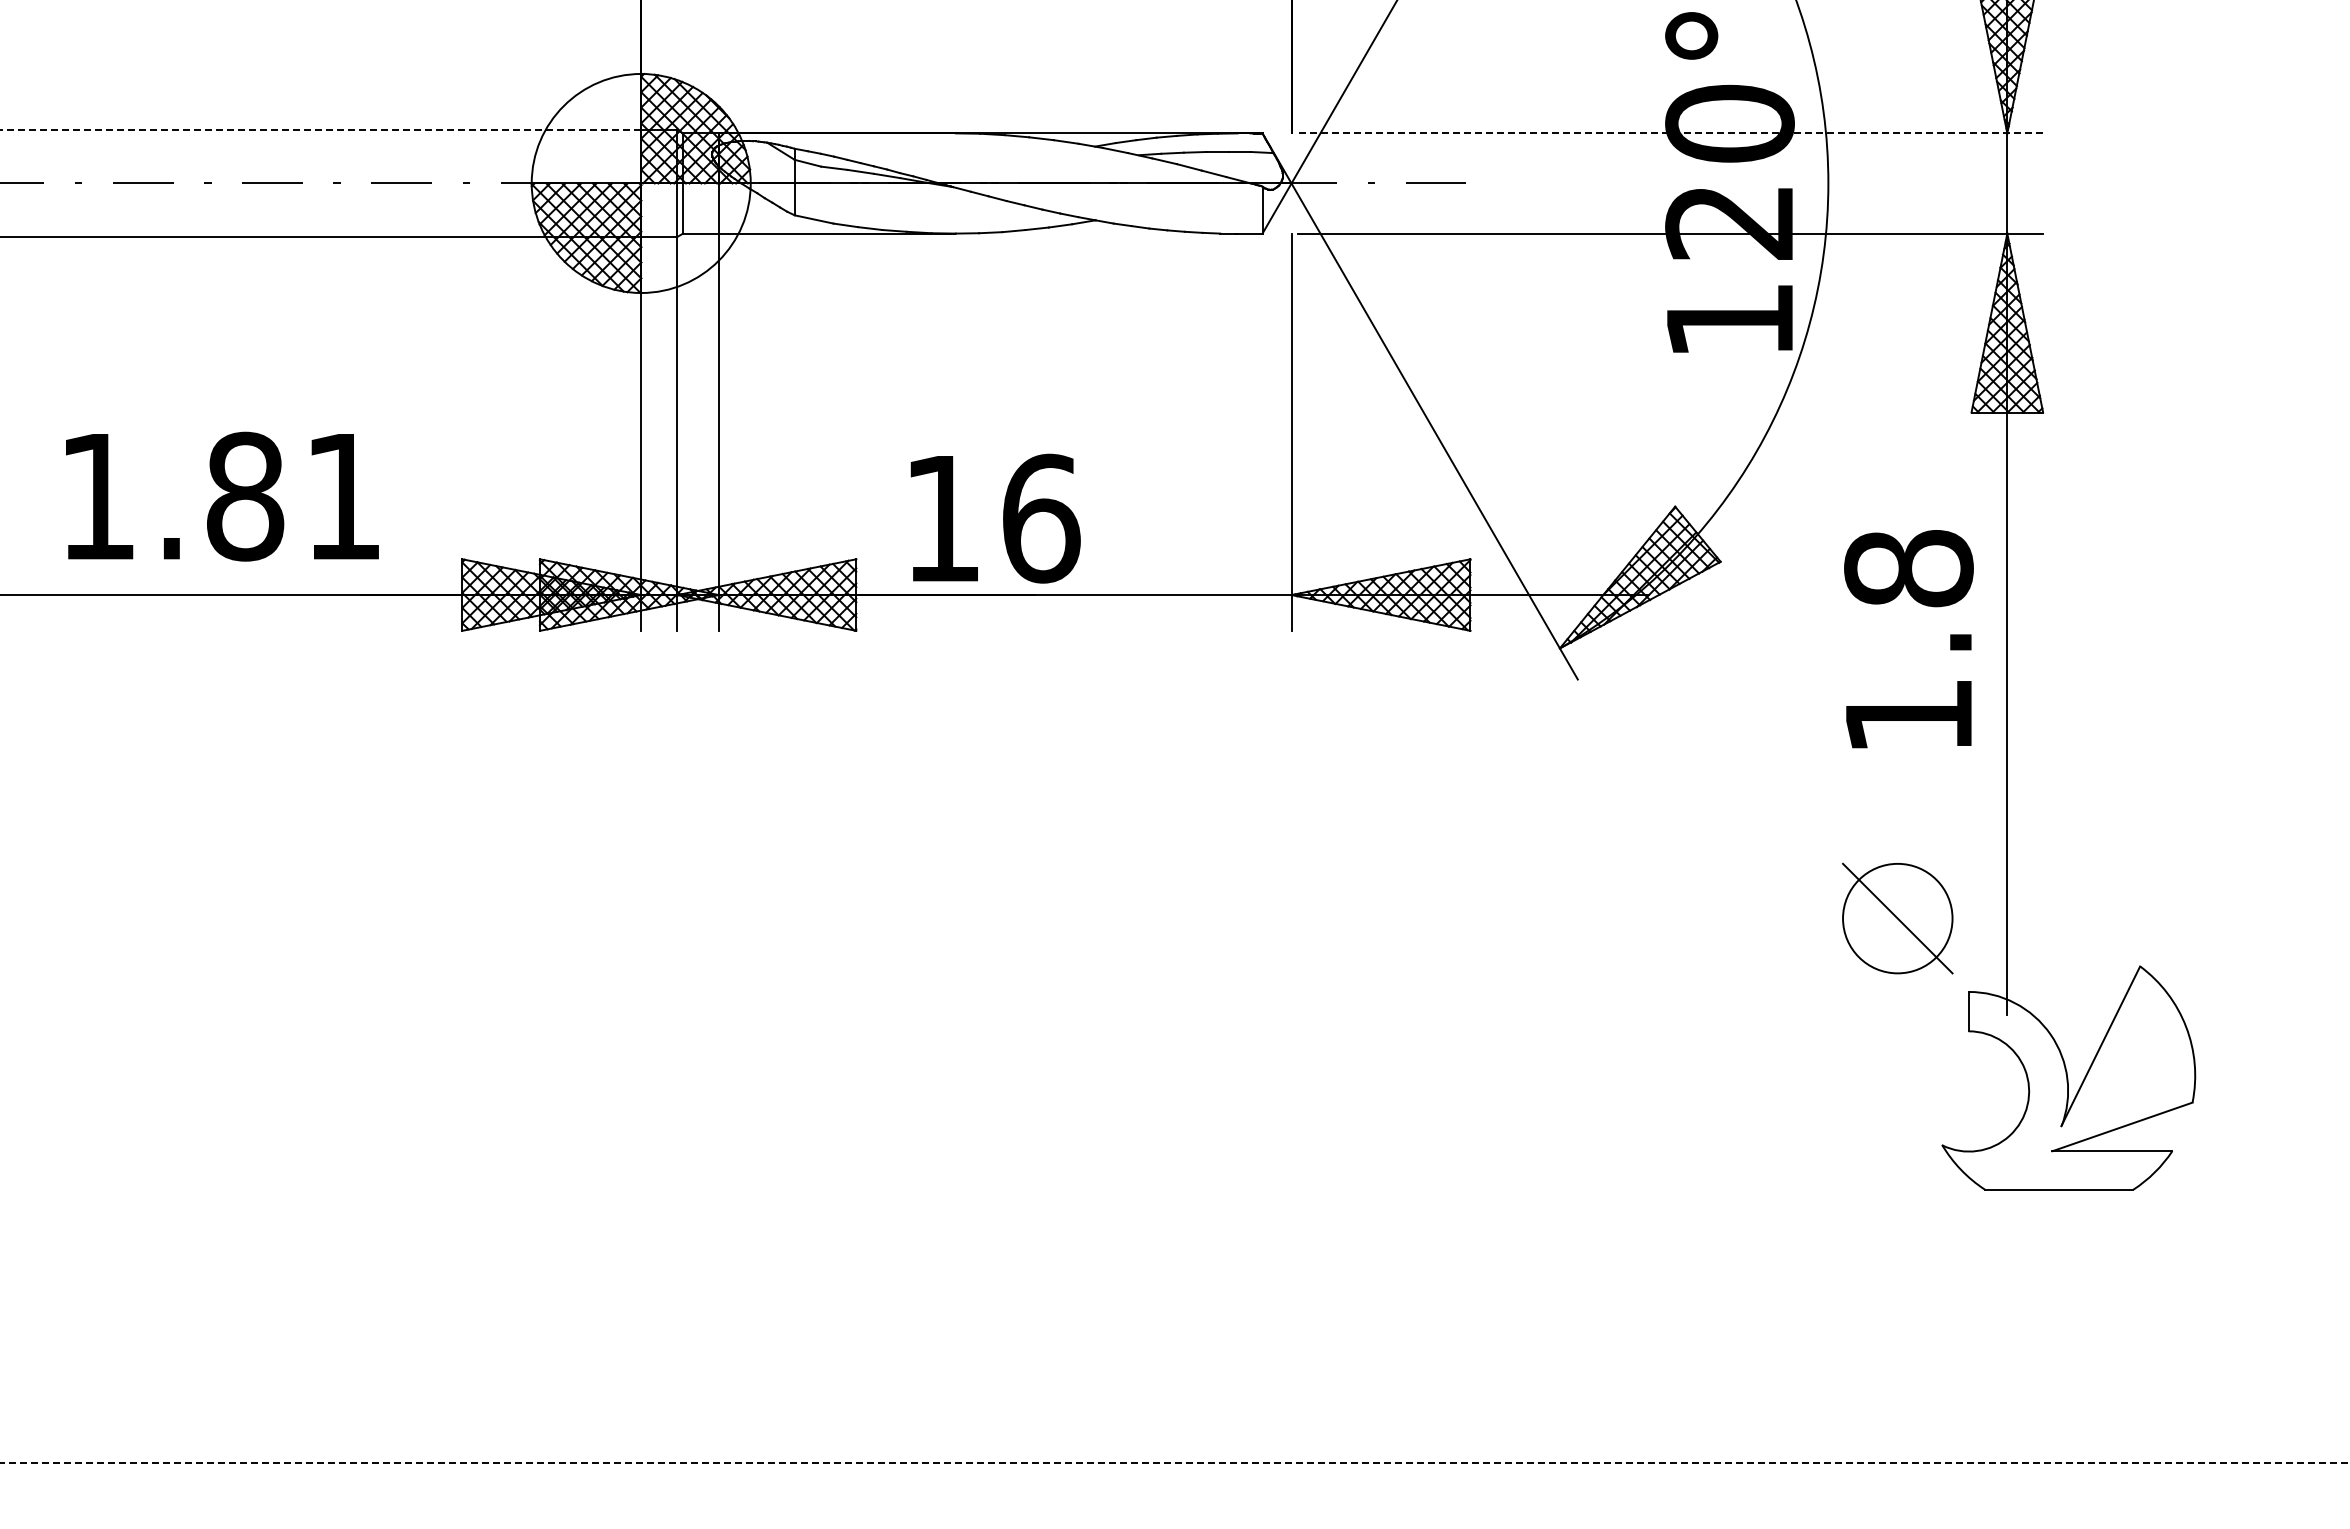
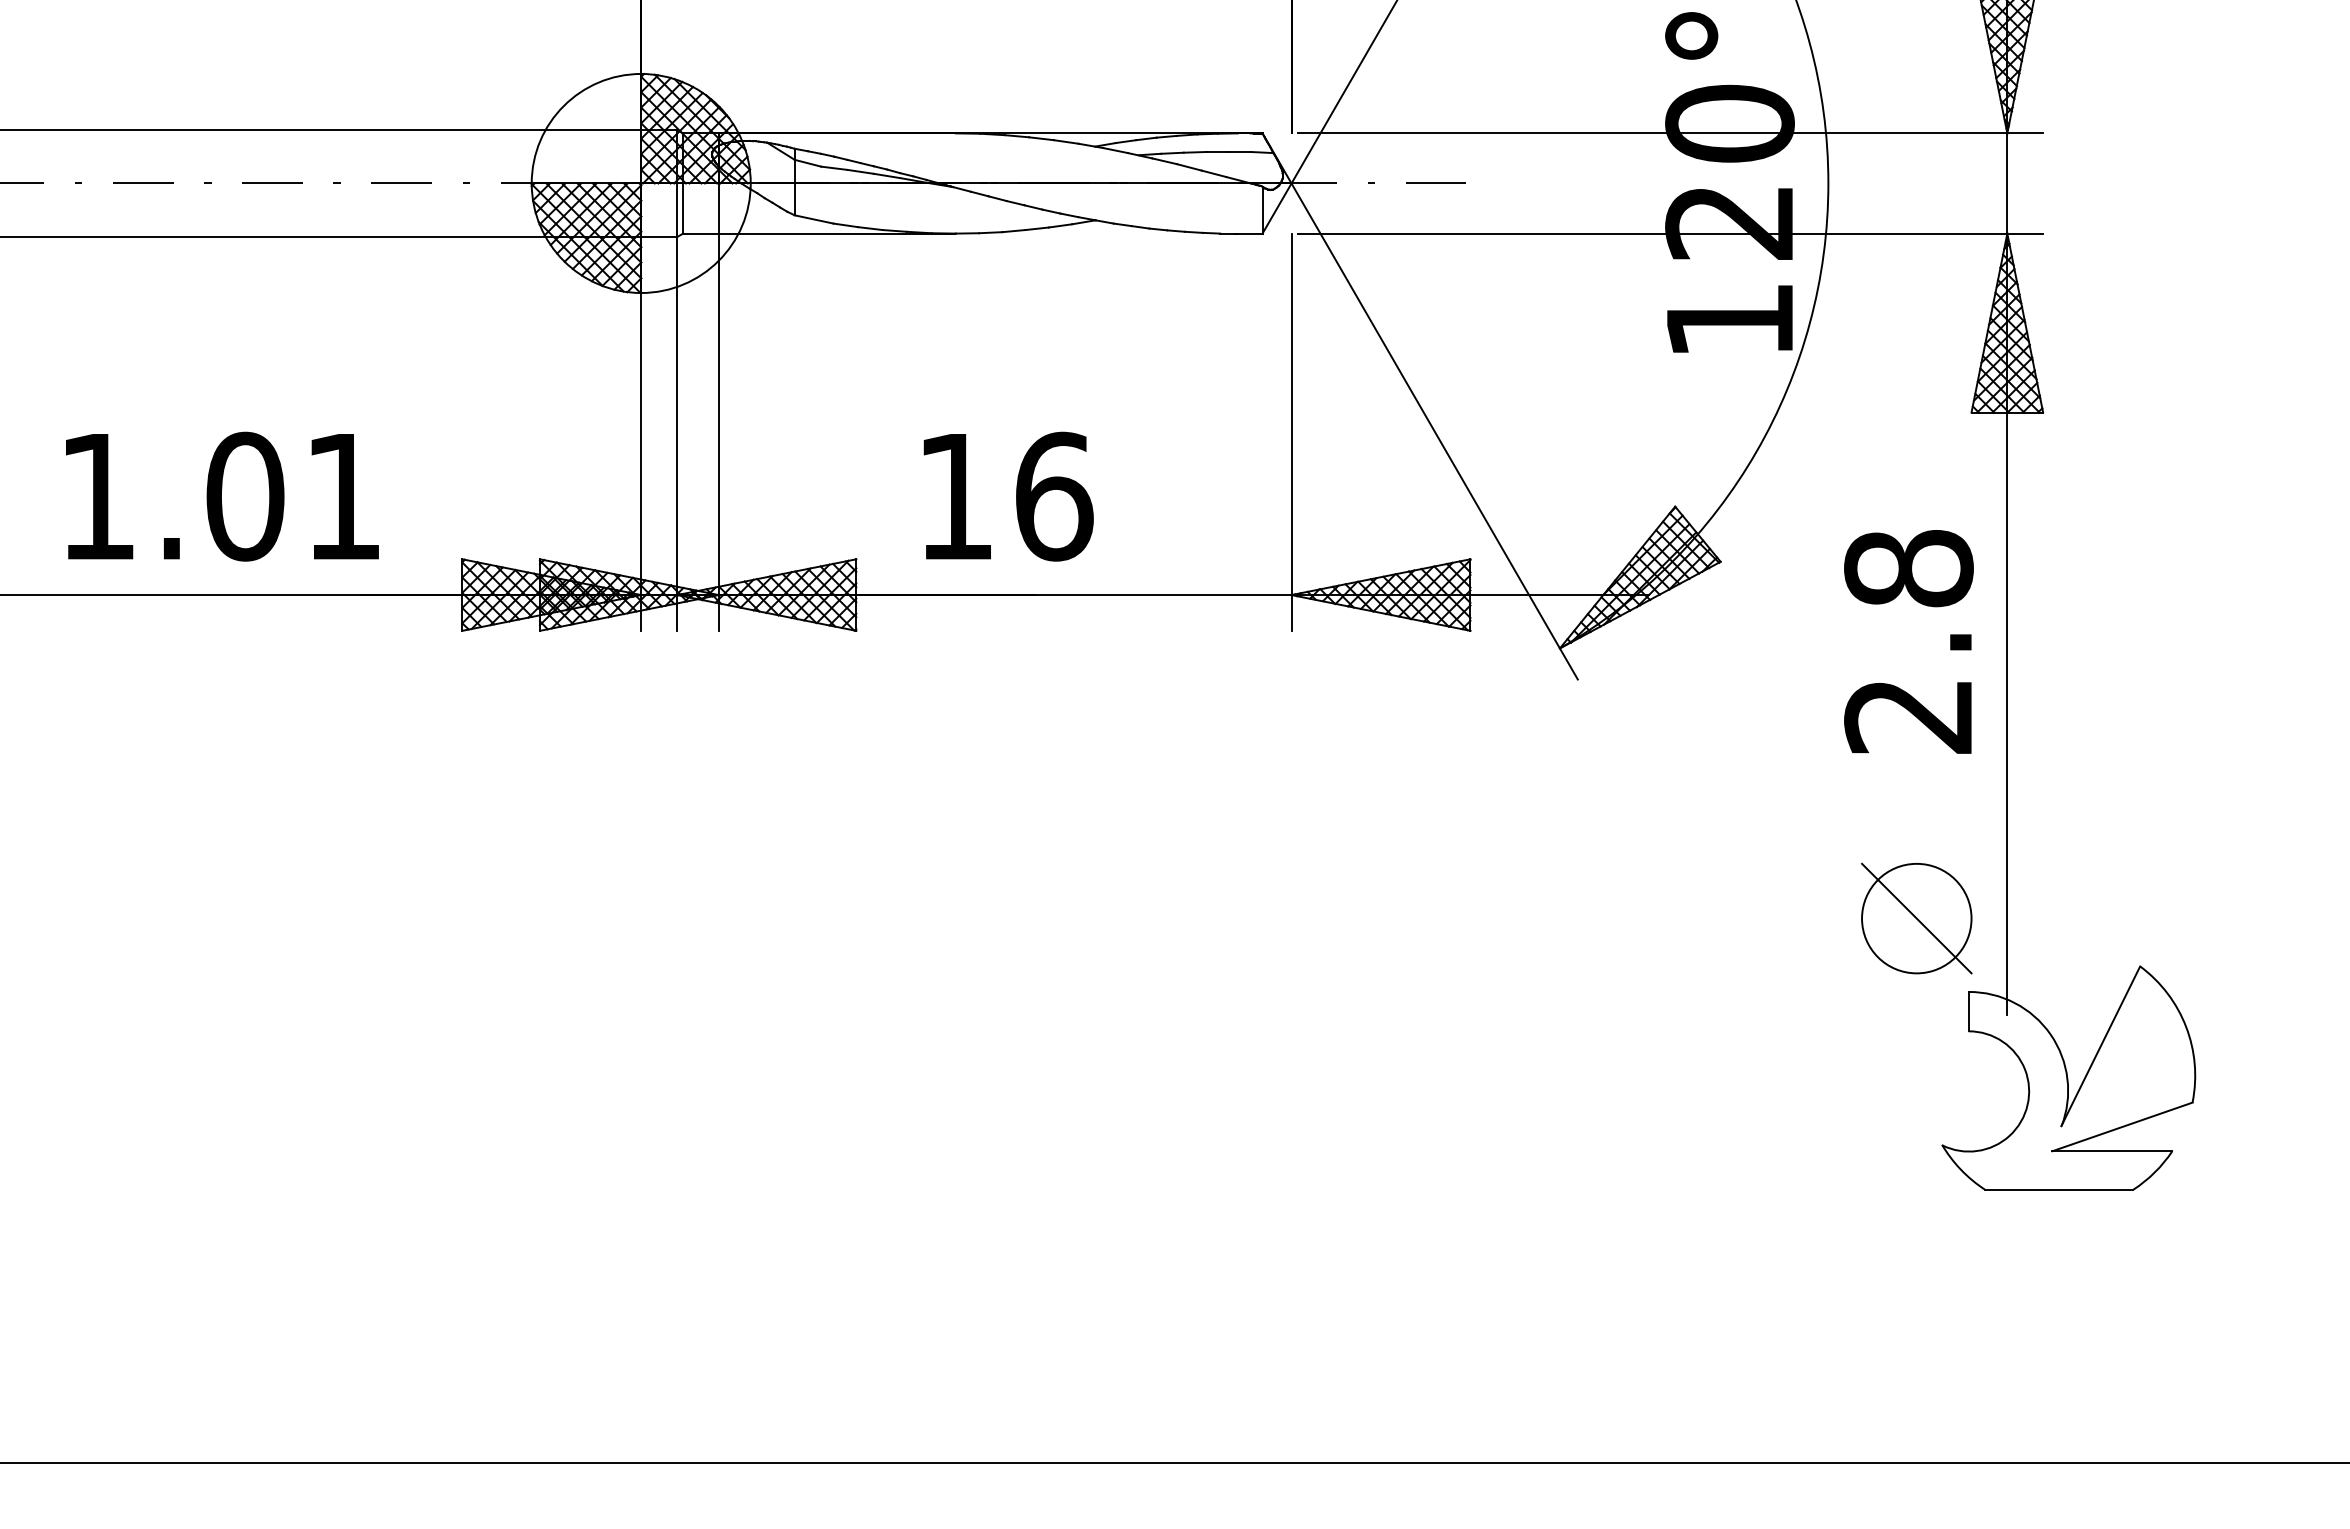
line at (320, 129): dashed -> solid
line at (1670, 133): dashed -> solid
text at (245, 496): 1.81 -> 1.01
text at (995, 518) position: (995, 518) -> (1008, 496)
text at (1907, 717): 1.8 -> 2.8
part at (1897, 918) position: (1897, 918) -> (1916, 918)
line at (1175, 1462): dashed -> solid
